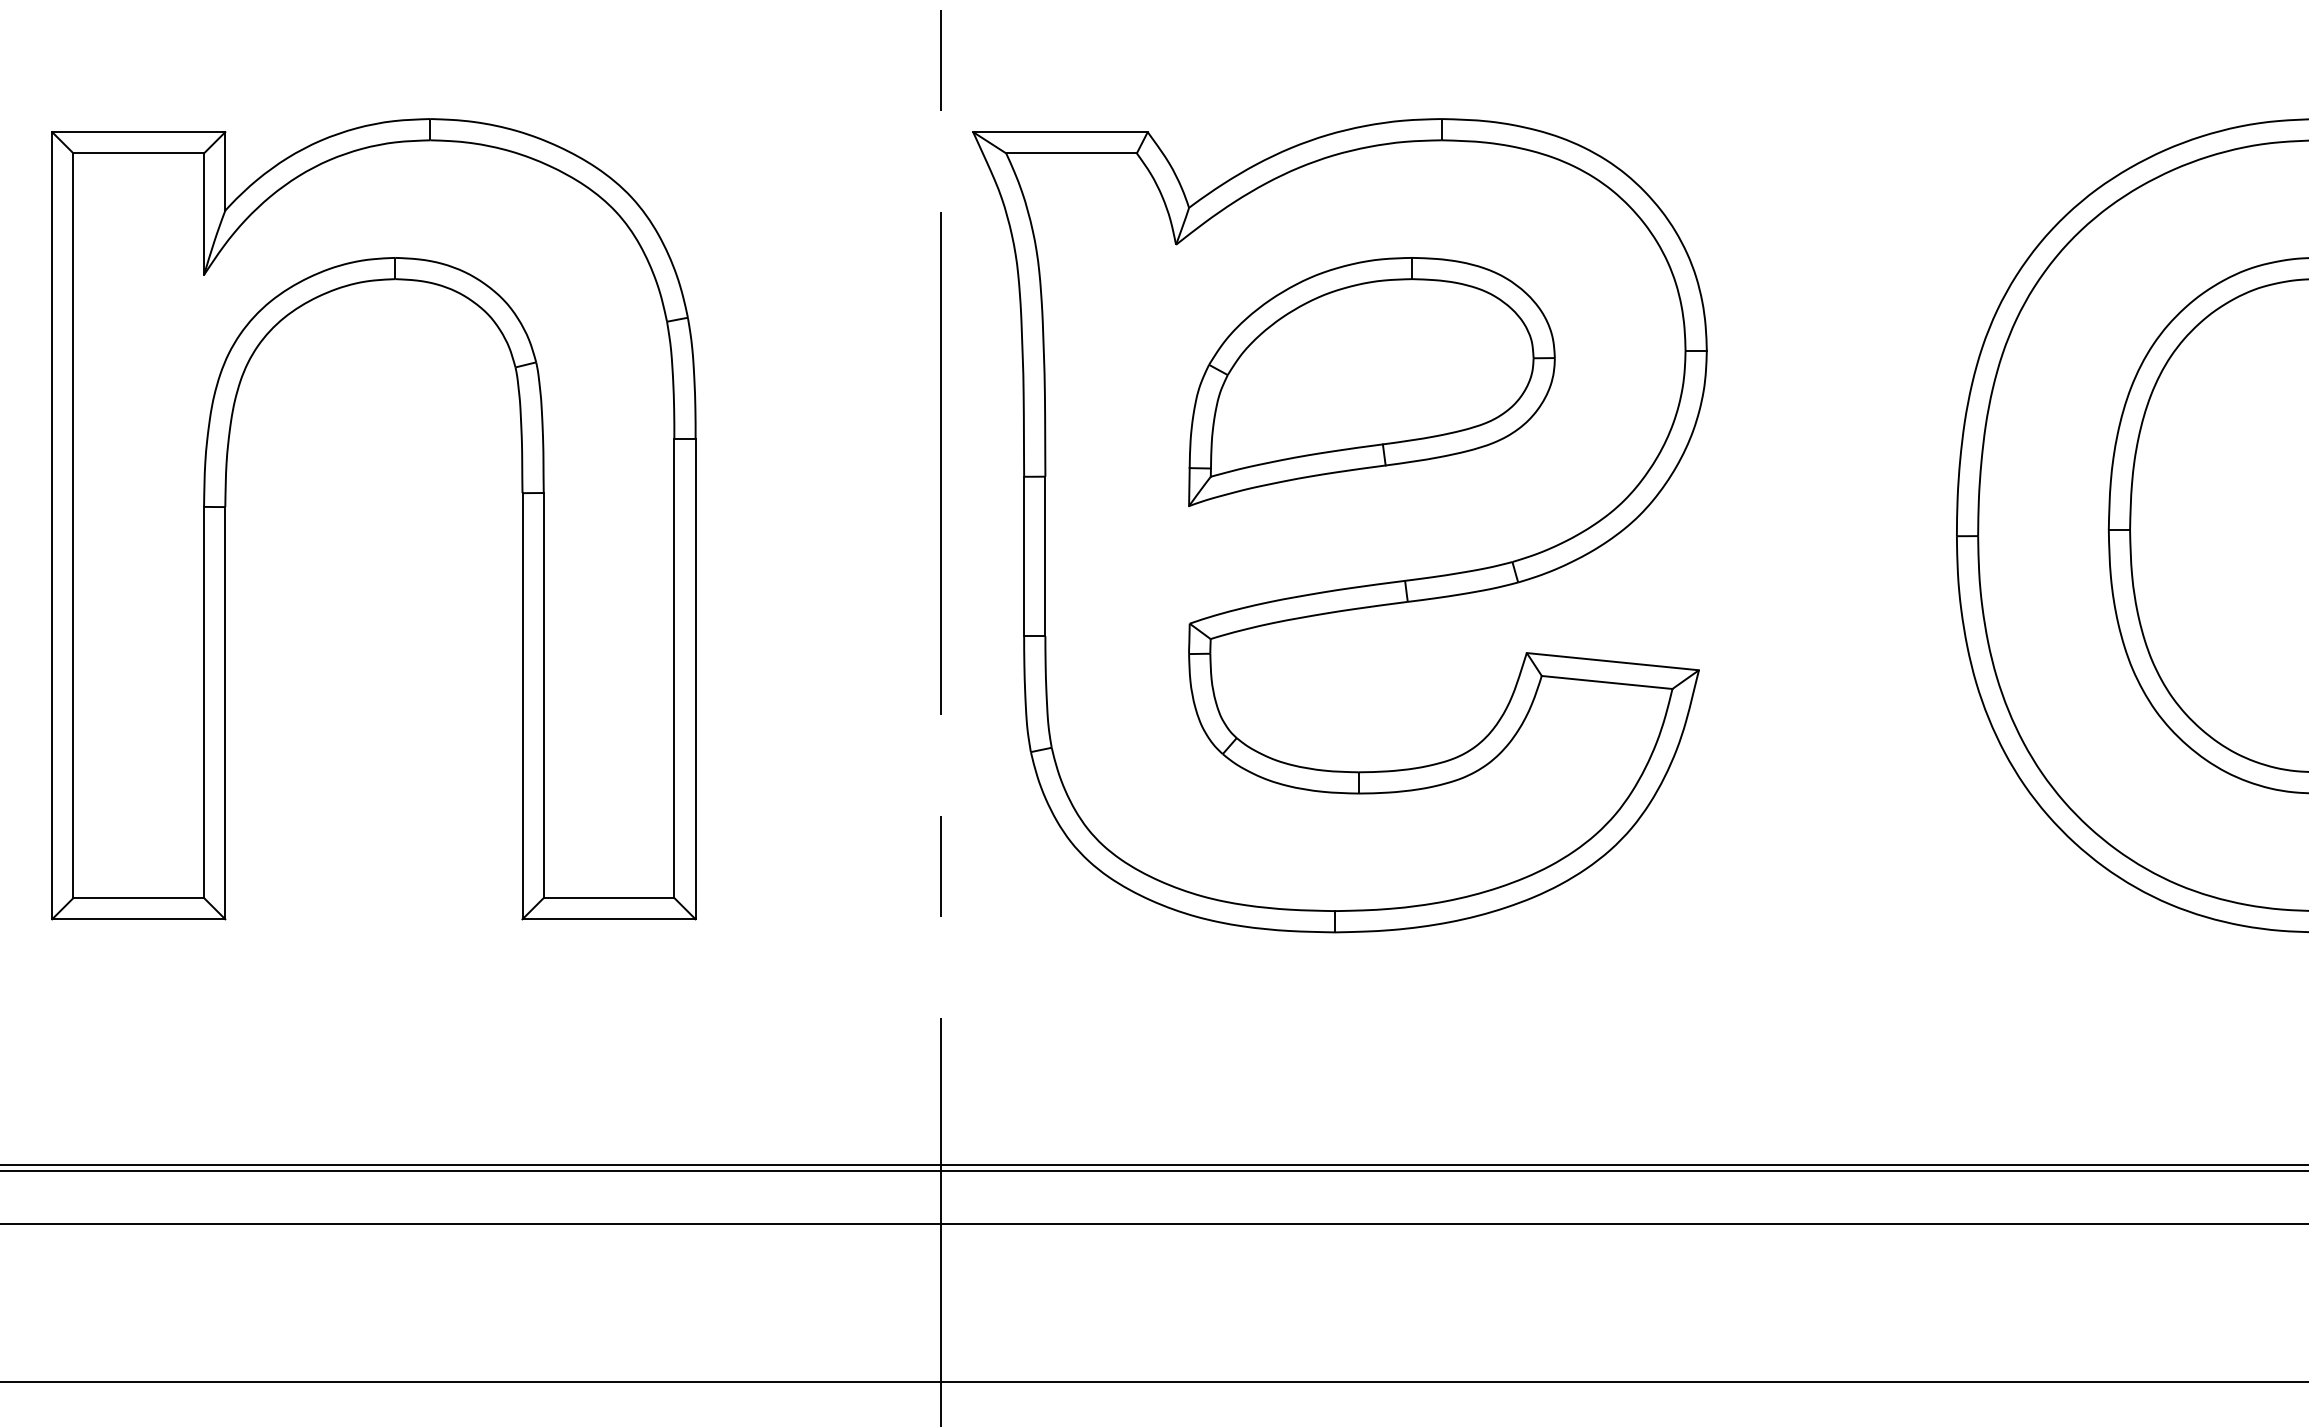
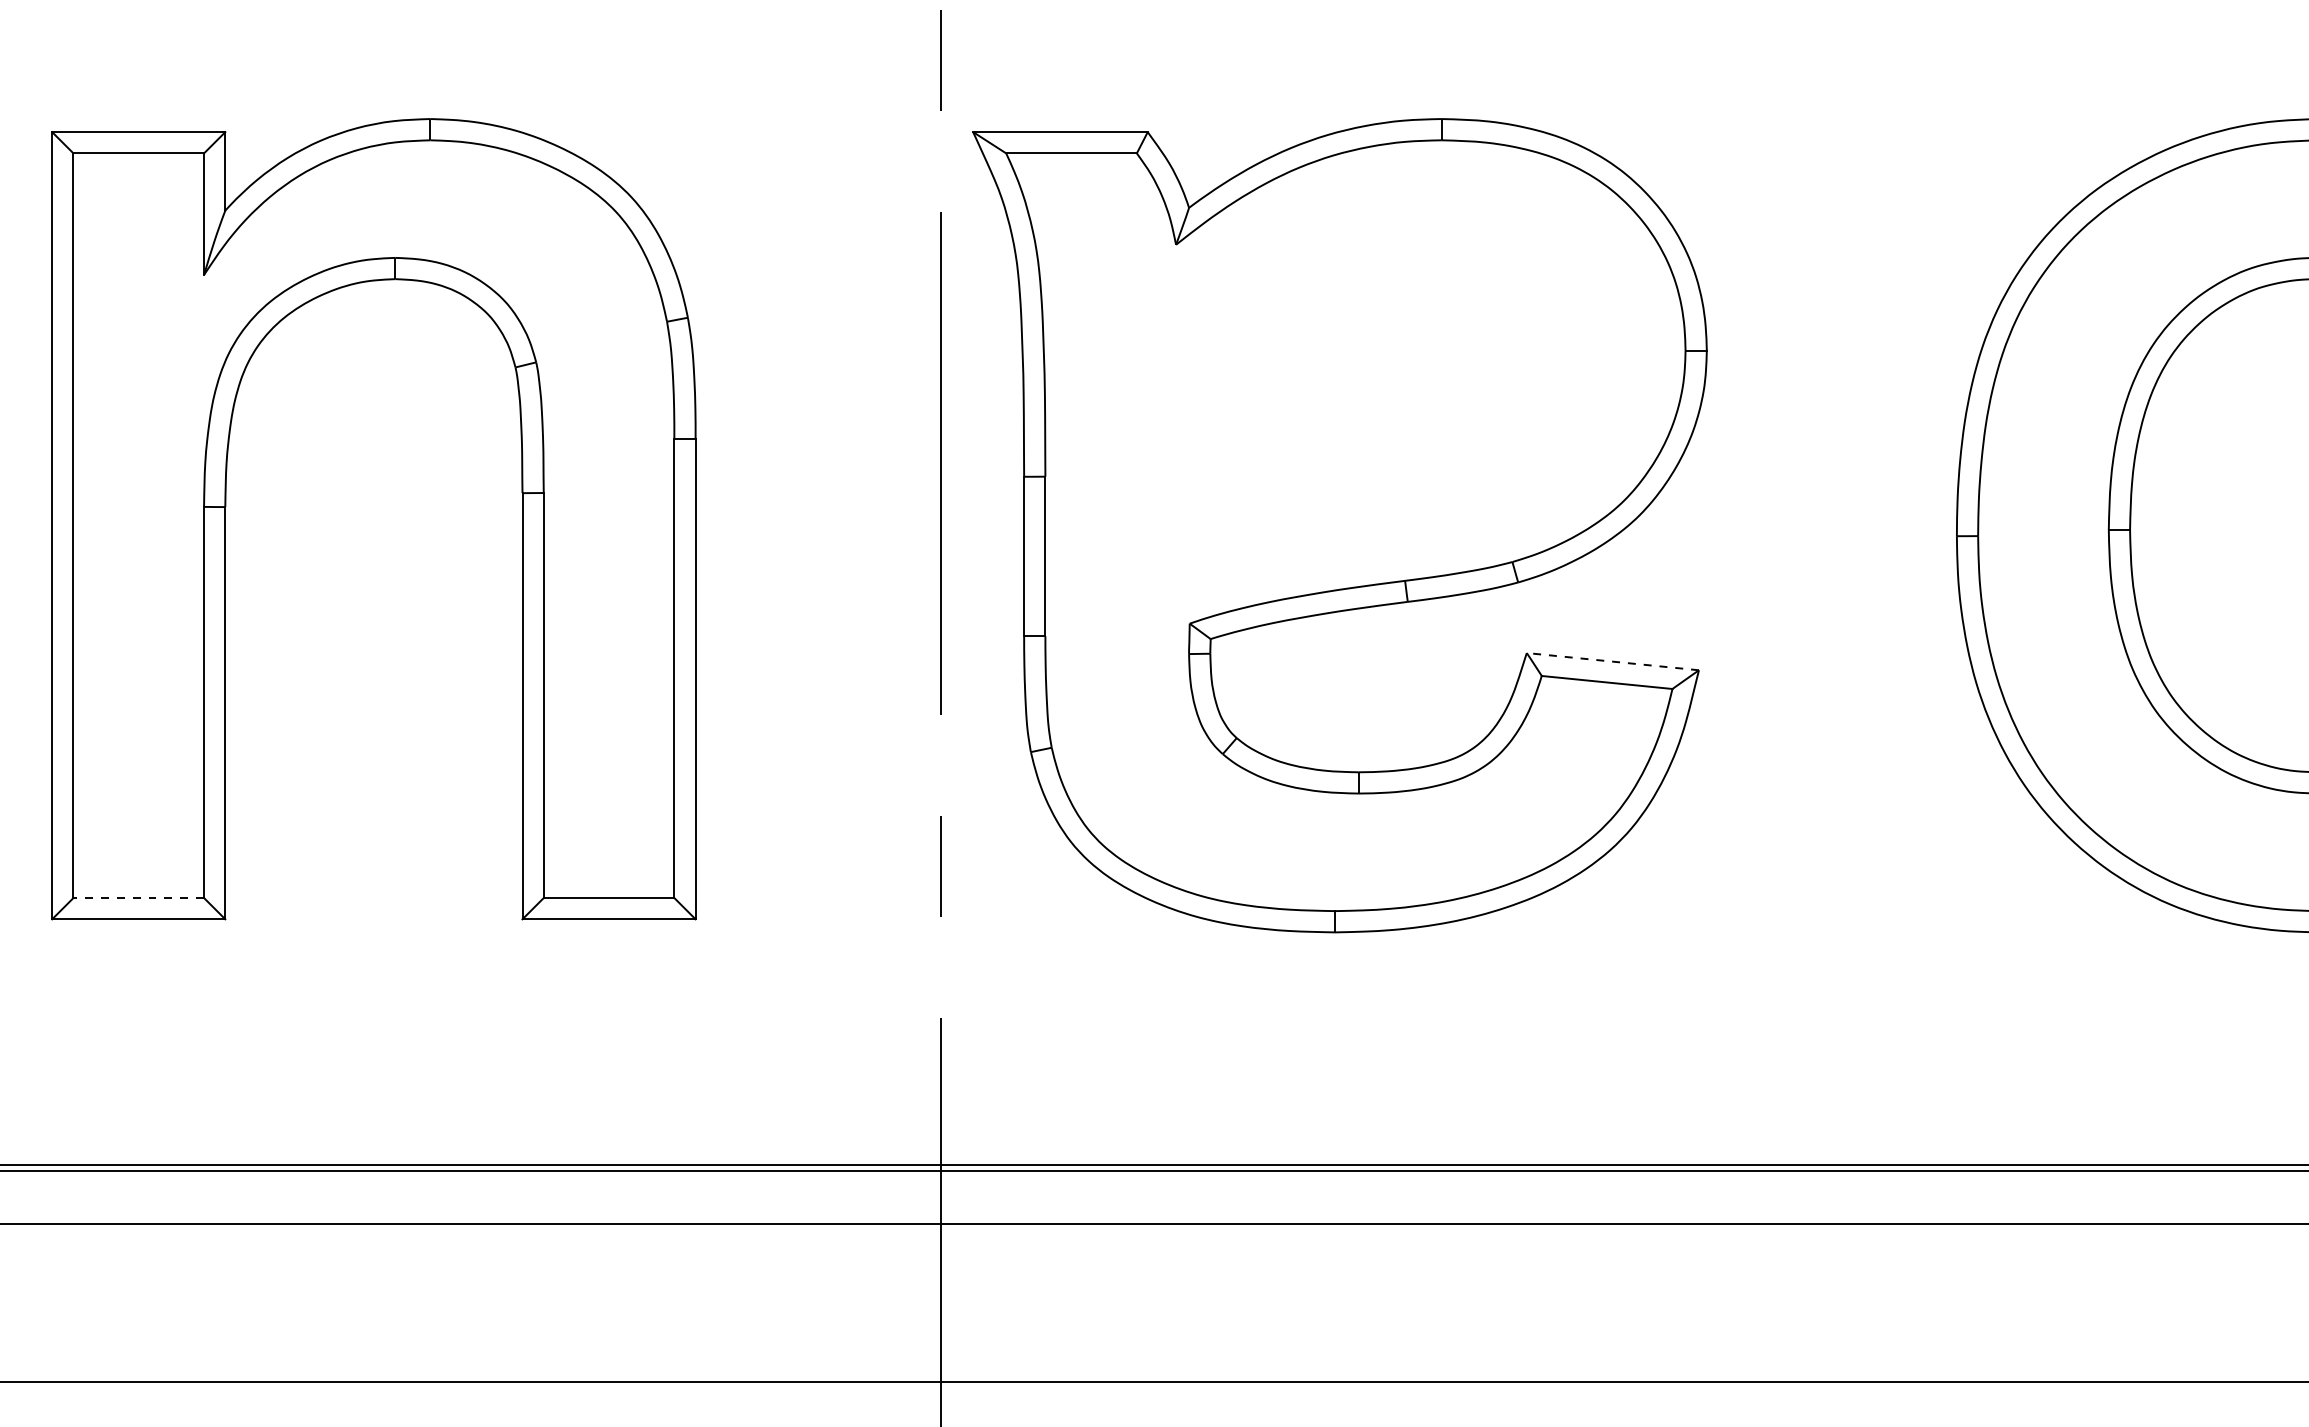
part at (1371, 381): present -> none
line at (1612, 661): solid -> dashed
line at (138, 898): solid -> dashed
